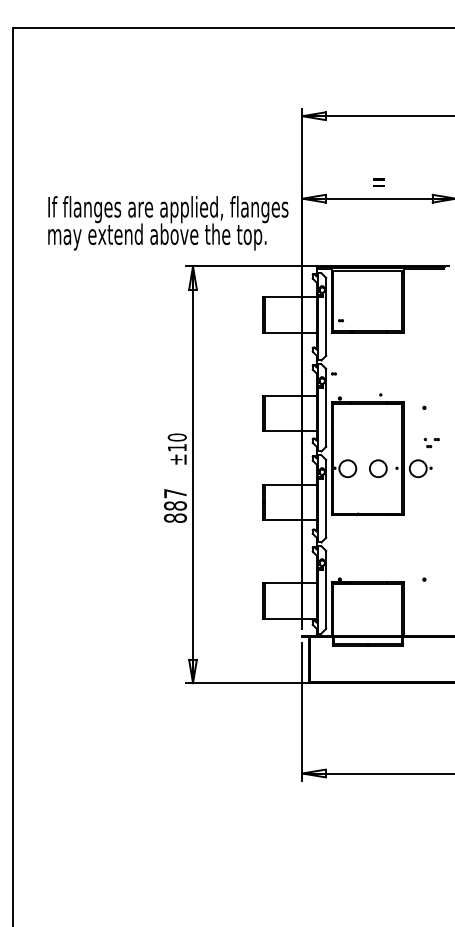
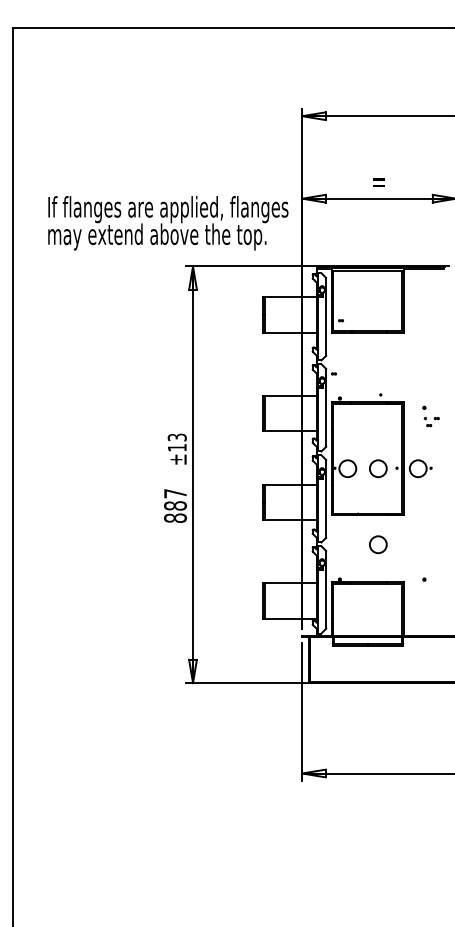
text at (176, 437): ±10 -> ±13
part at (431, 443) position: (431, 443) -> (431, 422)
circle at (378, 544): none -> present
